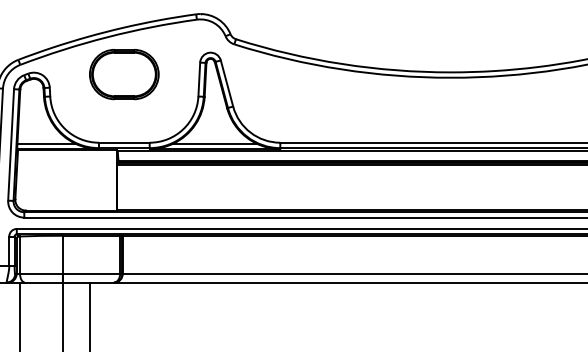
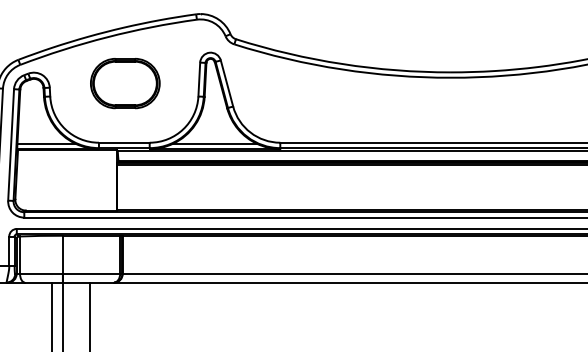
part at (124, 74) position: (124, 74) -> (125, 83)
line at (19, 315) position: (19, 315) -> (51, 315)
